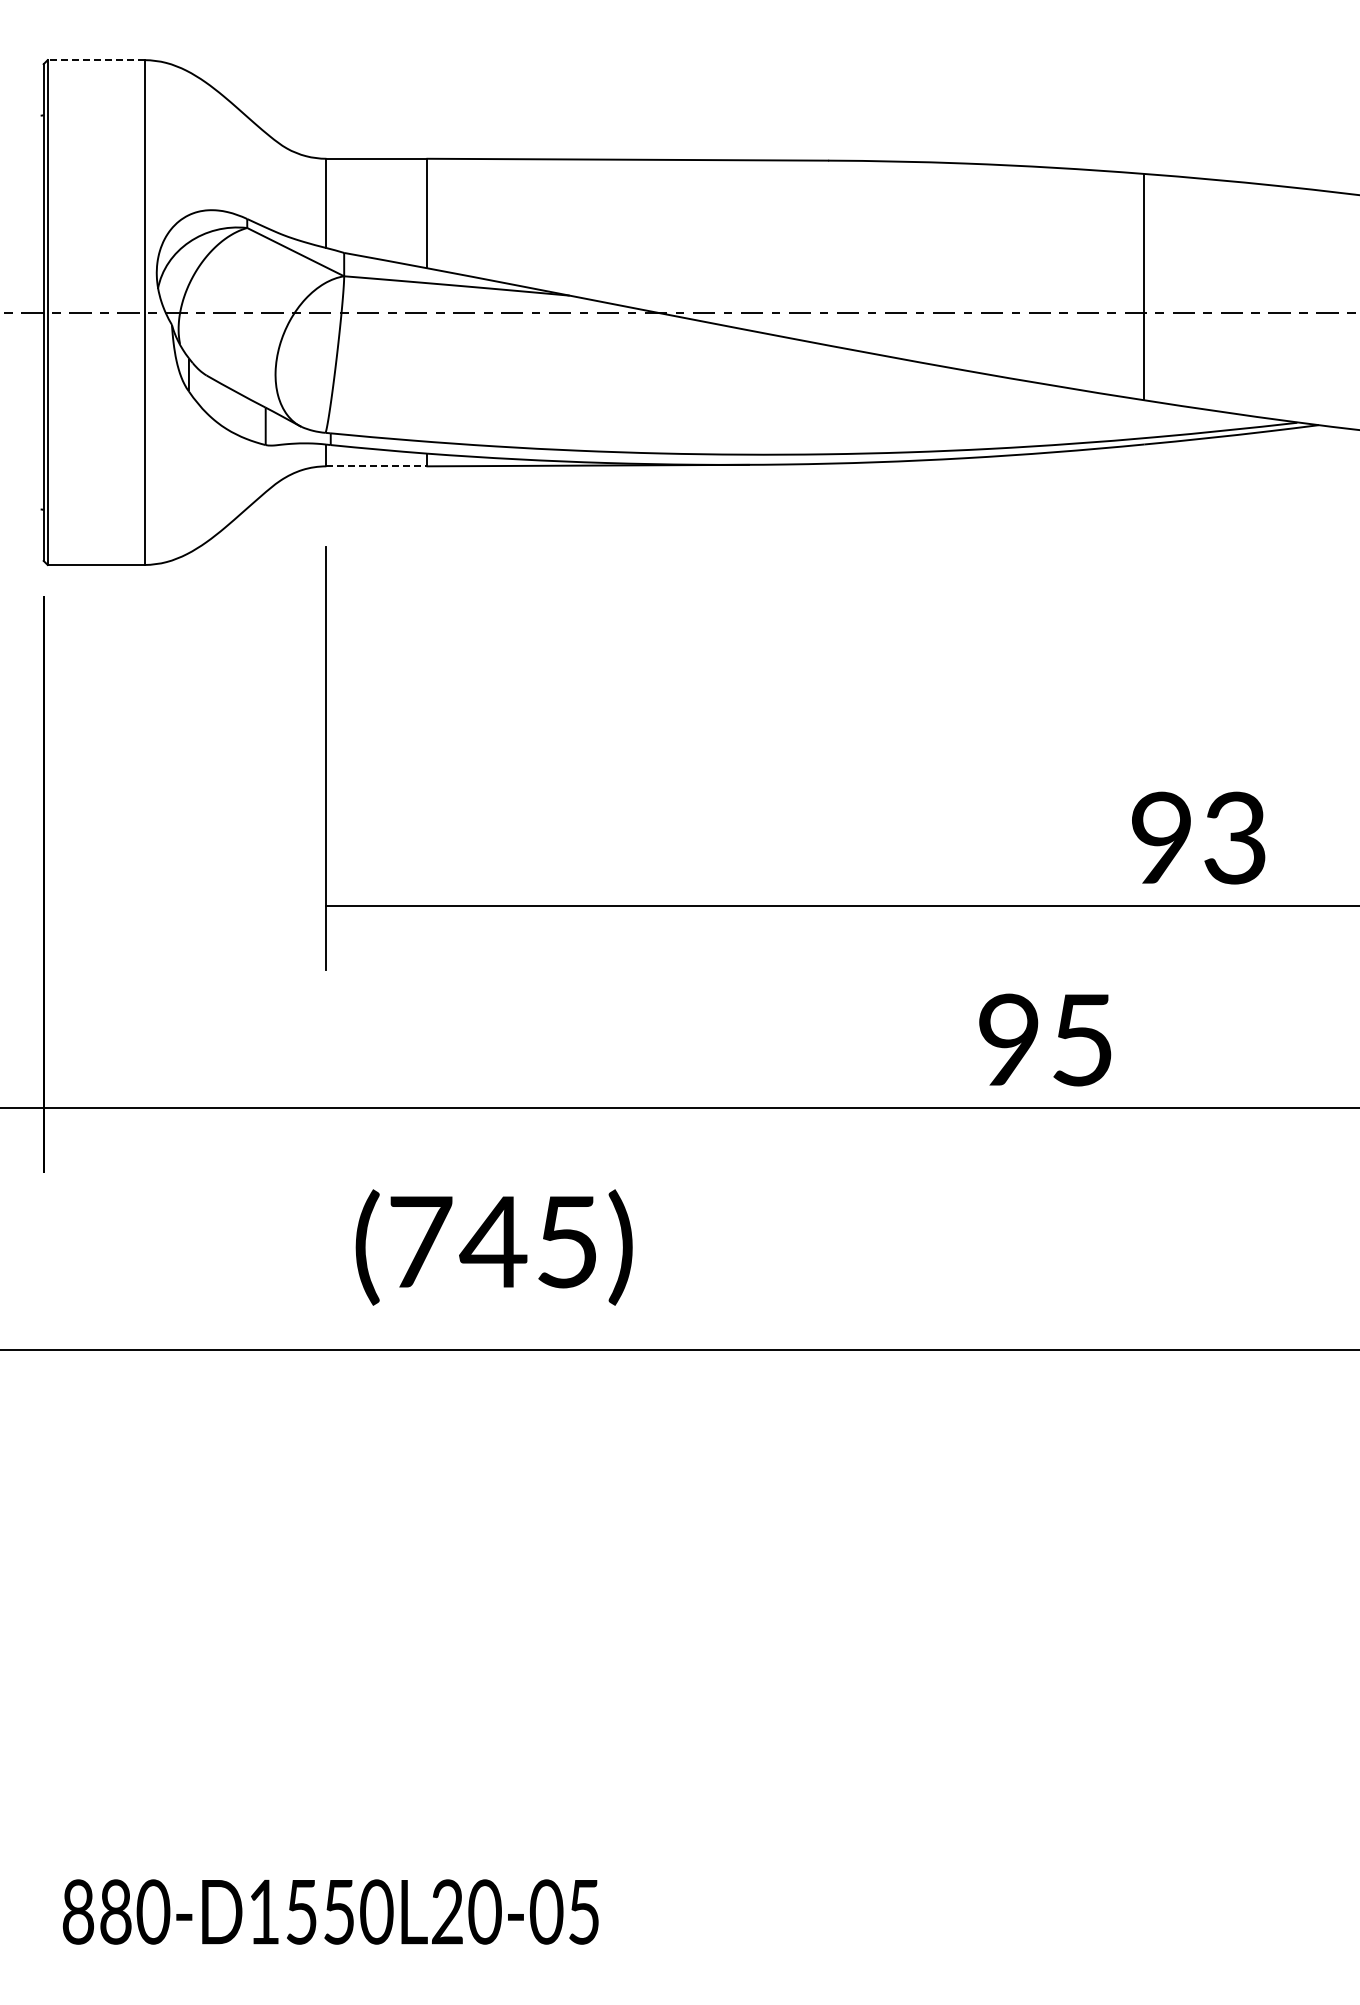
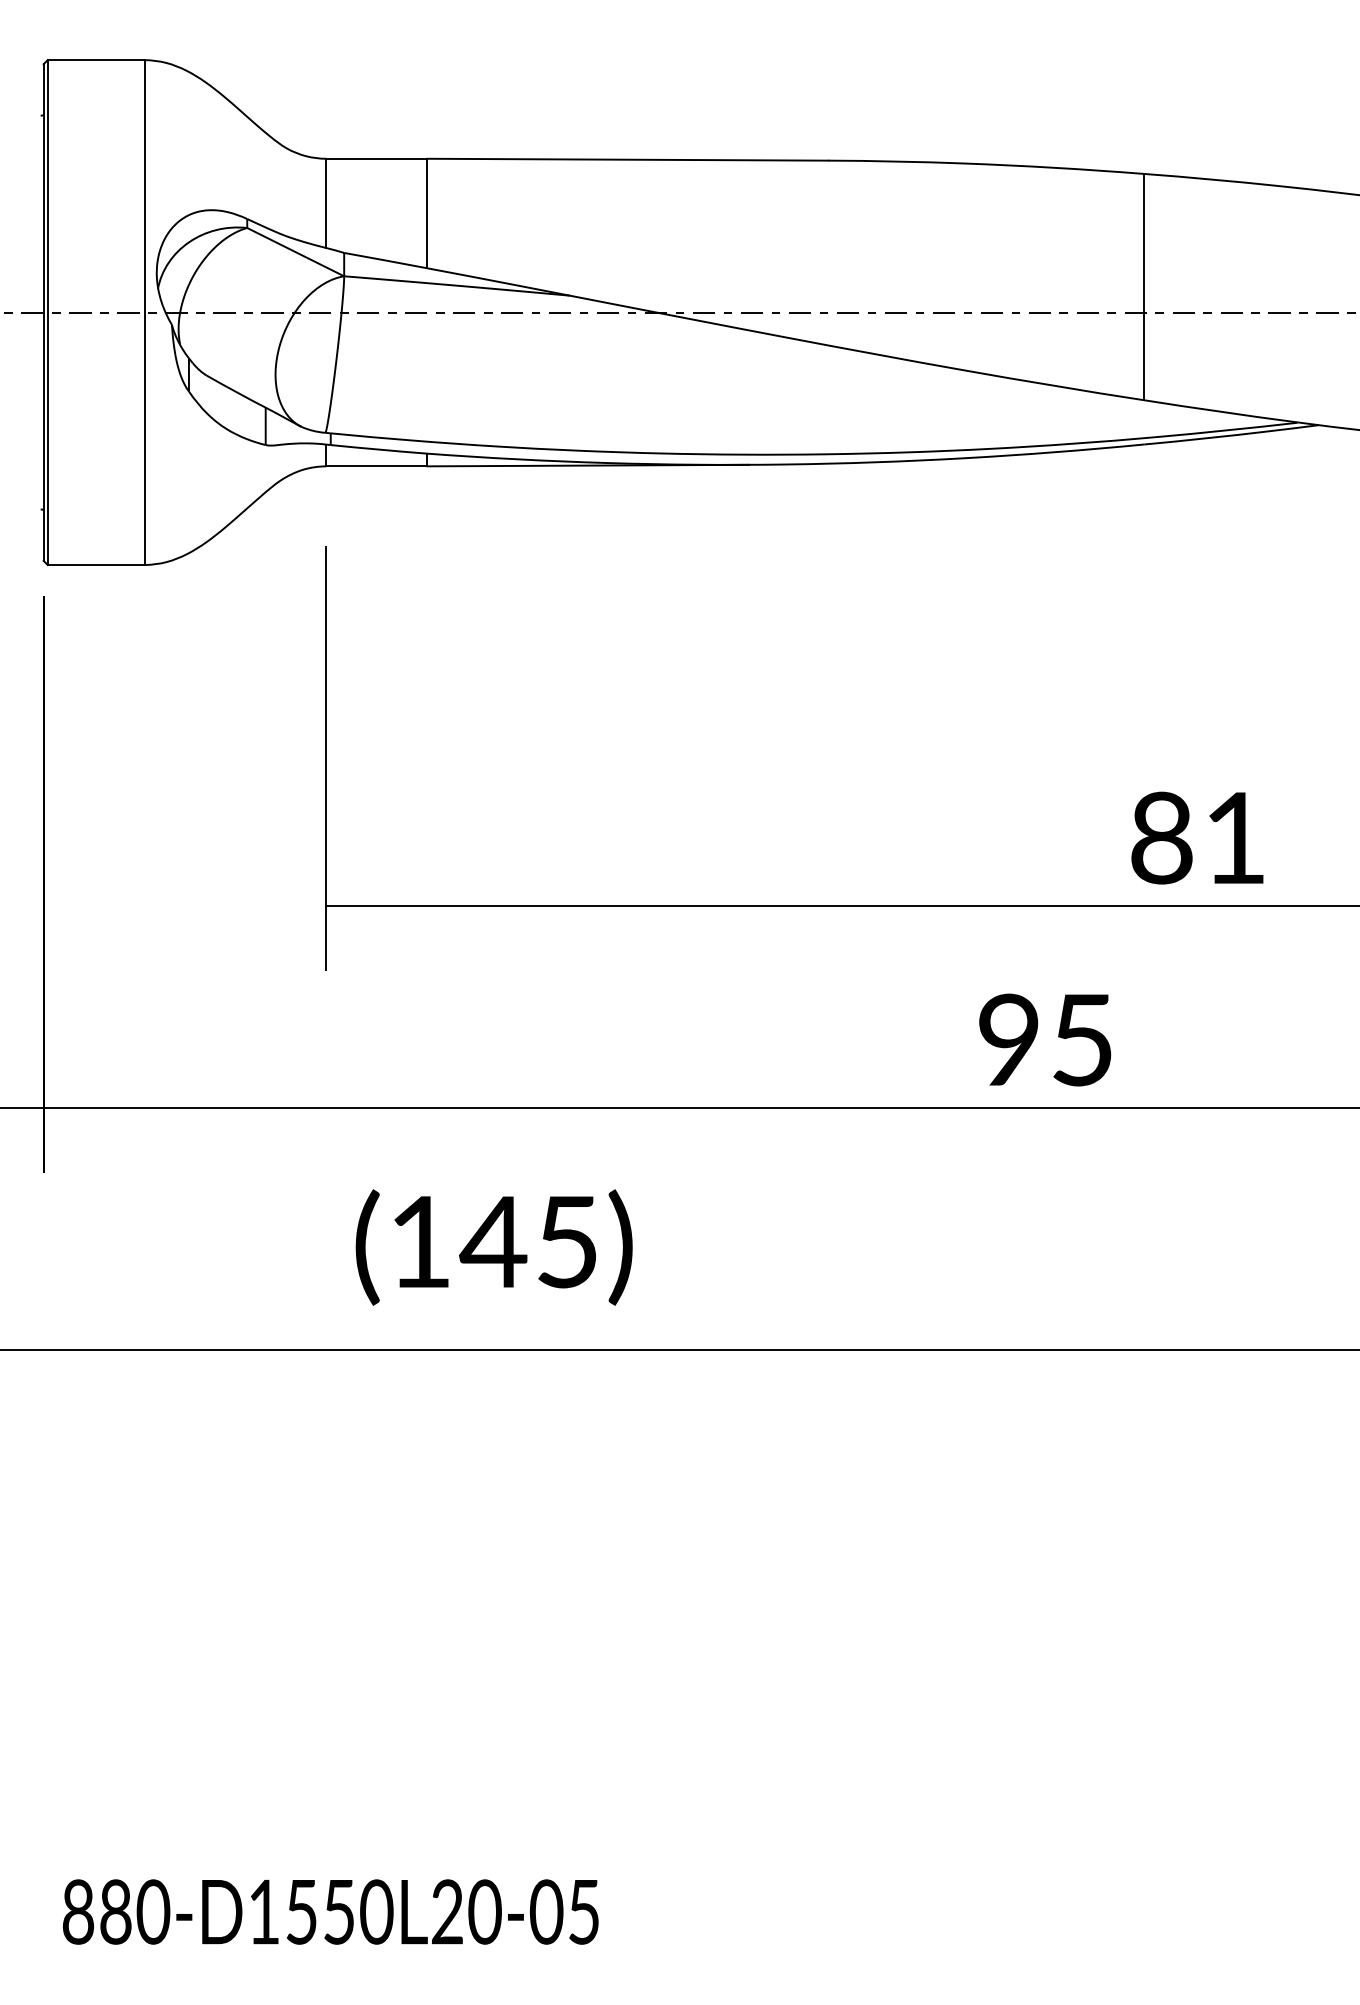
line at (95, 60): dashed -> solid
line at (377, 466): dashed -> solid
text at (1198, 837): 93 -> 81
text at (421, 1241): (745) -> (145)
